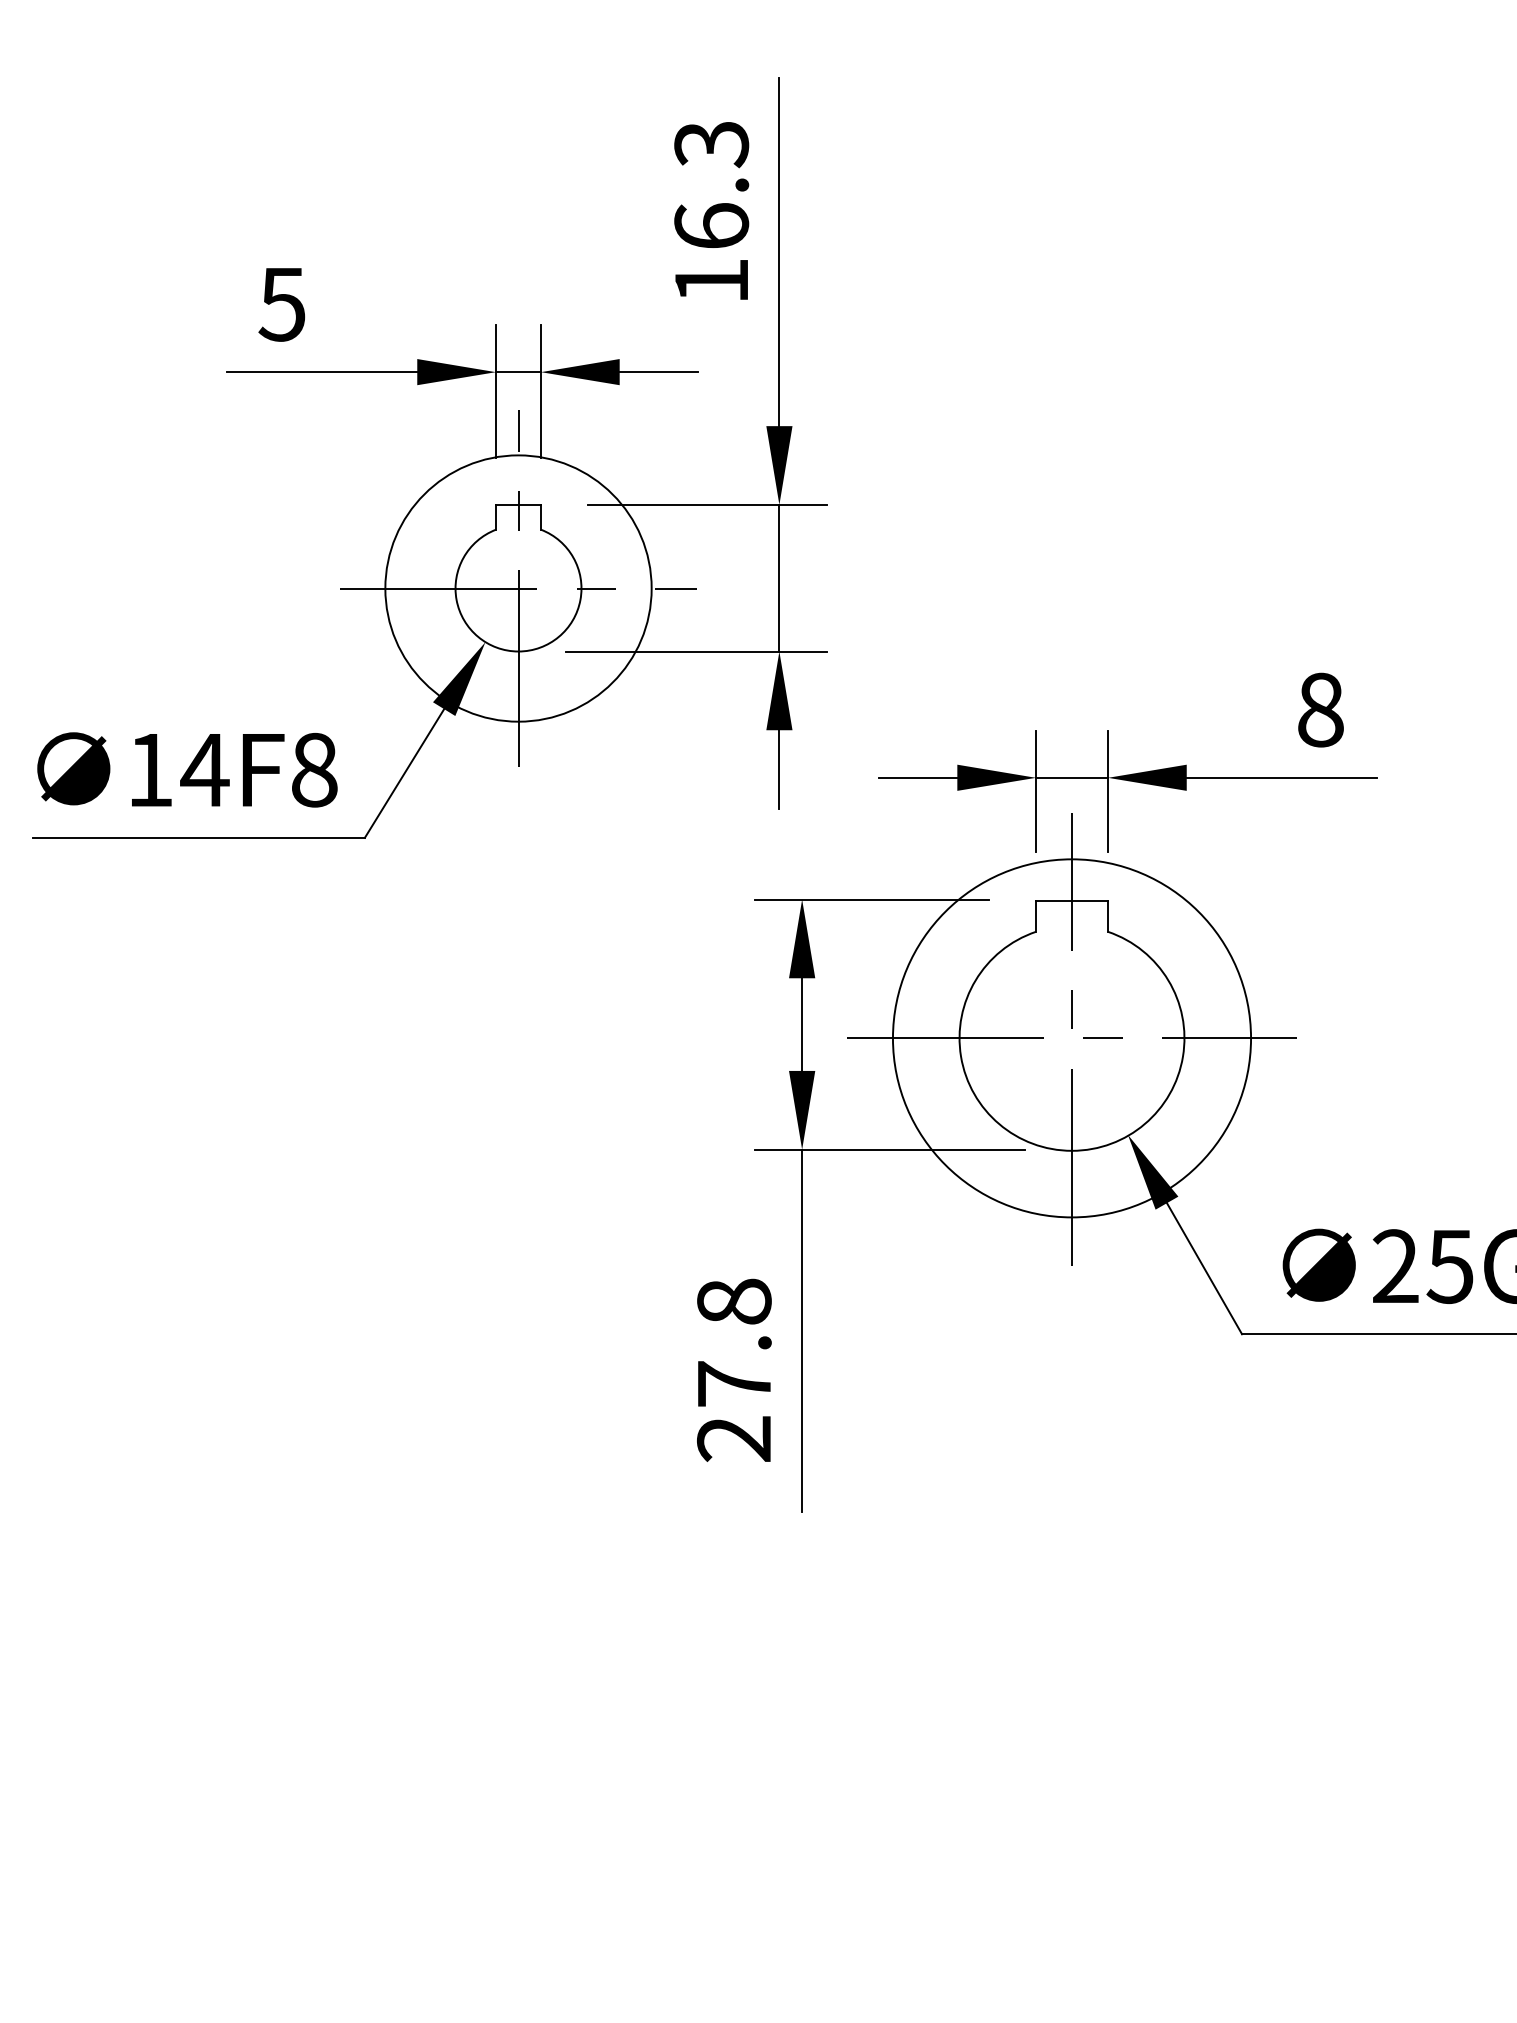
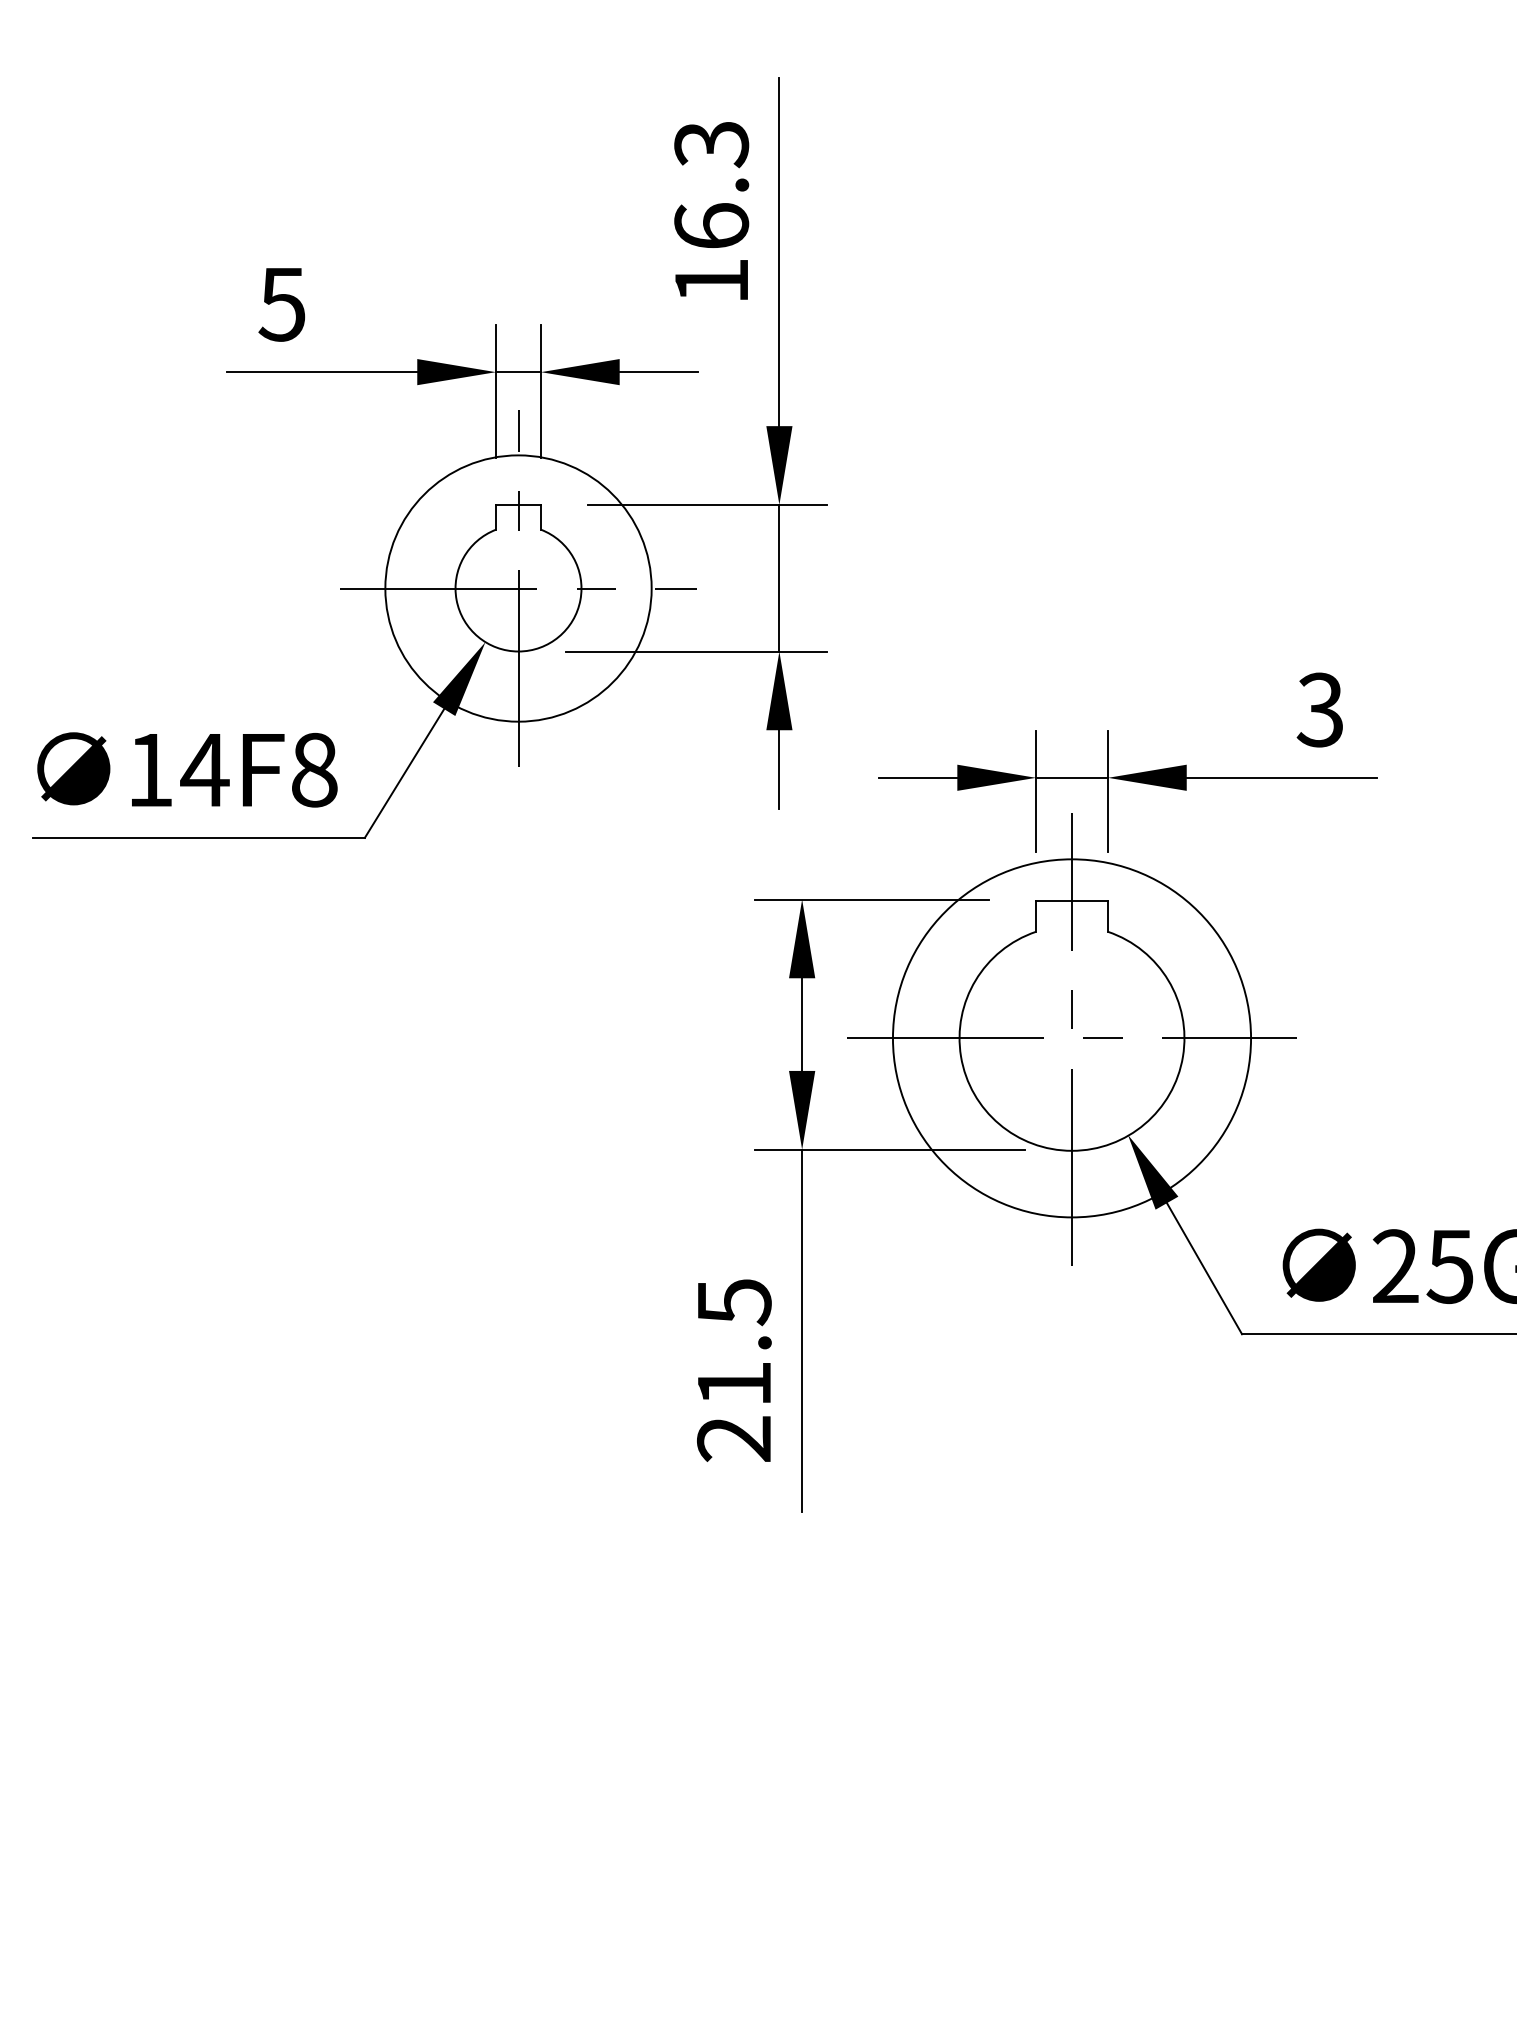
text at (1319, 709): 8 -> 3
text at (734, 1342): 27.8 -> 21.5
